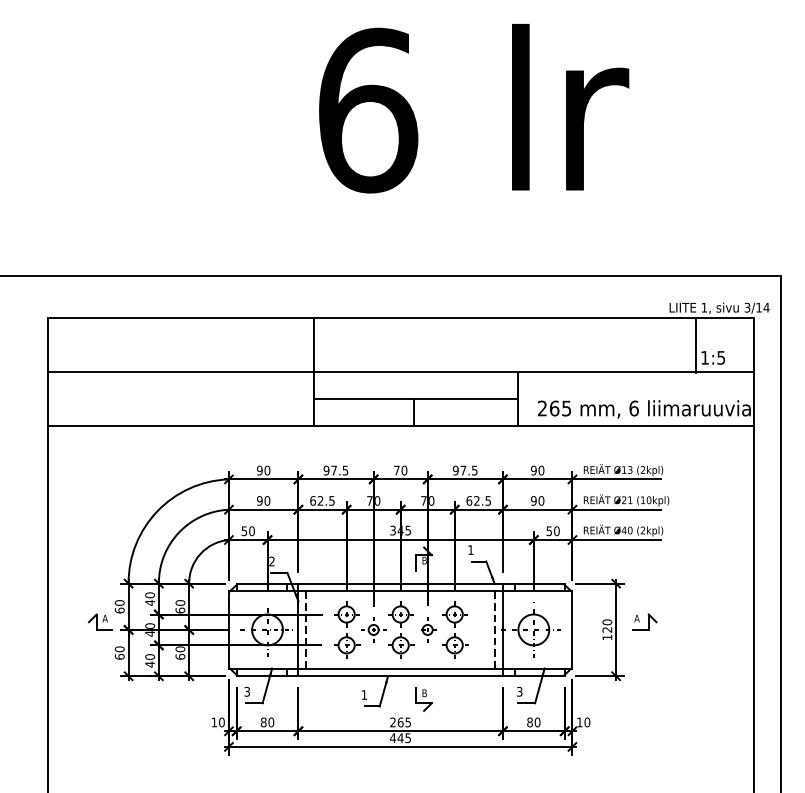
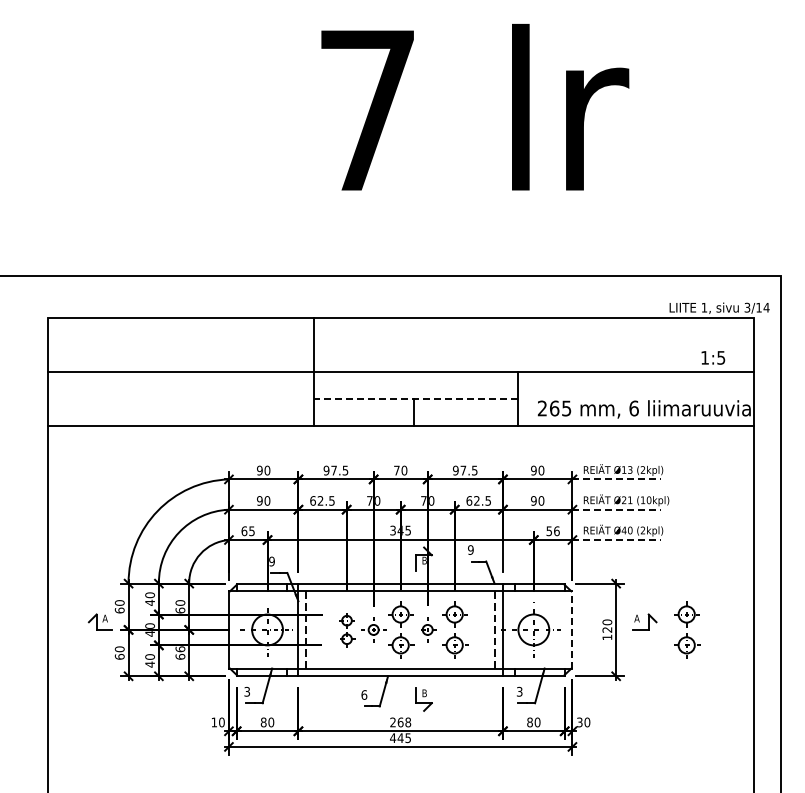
text at (368, 110): 6 -> 7
line at (695, 345): present -> none
line at (415, 399): solid -> dashed
line at (617, 479): solid -> dashed
line at (617, 509): solid -> dashed
text at (556, 530): 50 -> 56
text at (247, 531): 50 -> 65
line at (617, 540): solid -> dashed
text at (470, 549): 1 -> 9
text at (271, 561): 2 -> 9
part at (347, 629) size: 27x58 px -> 17x35 px
line at (572, 629): solid -> dashed
part at (687, 629): none -> present
text at (179, 649): 60 -> 66
text at (364, 694): 1 -> 6
text at (408, 722): 265 -> 268
text at (579, 722): 10 -> 30
